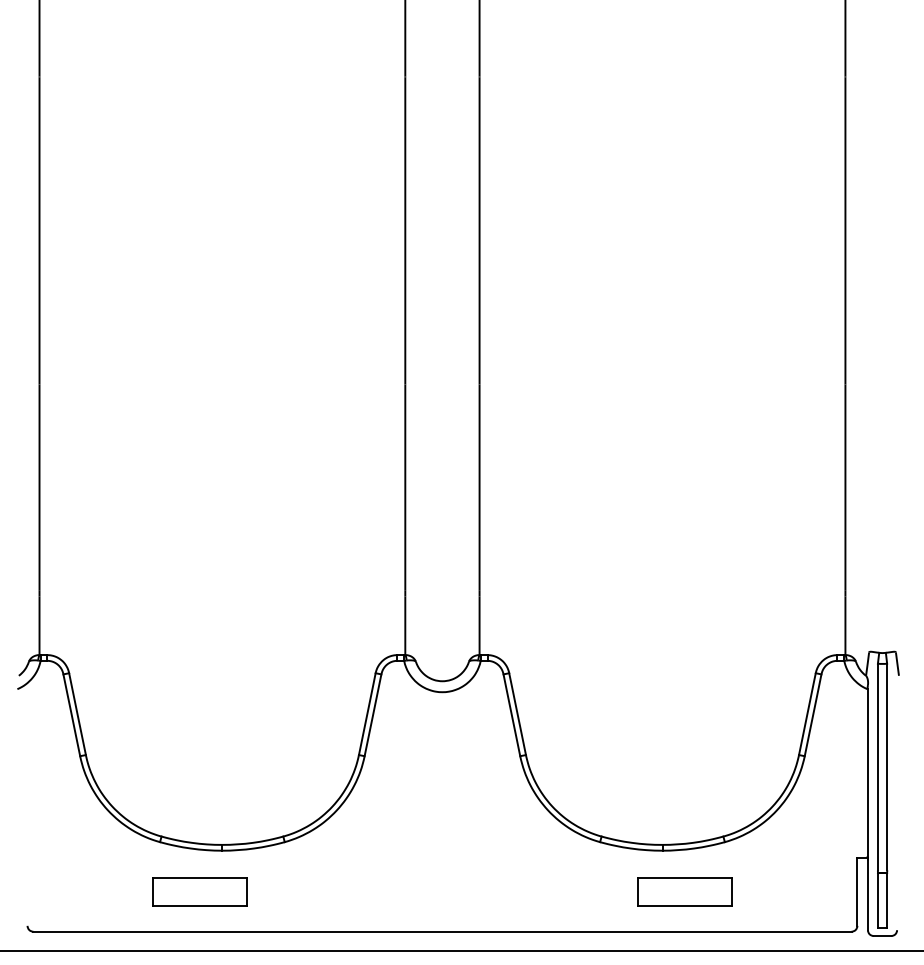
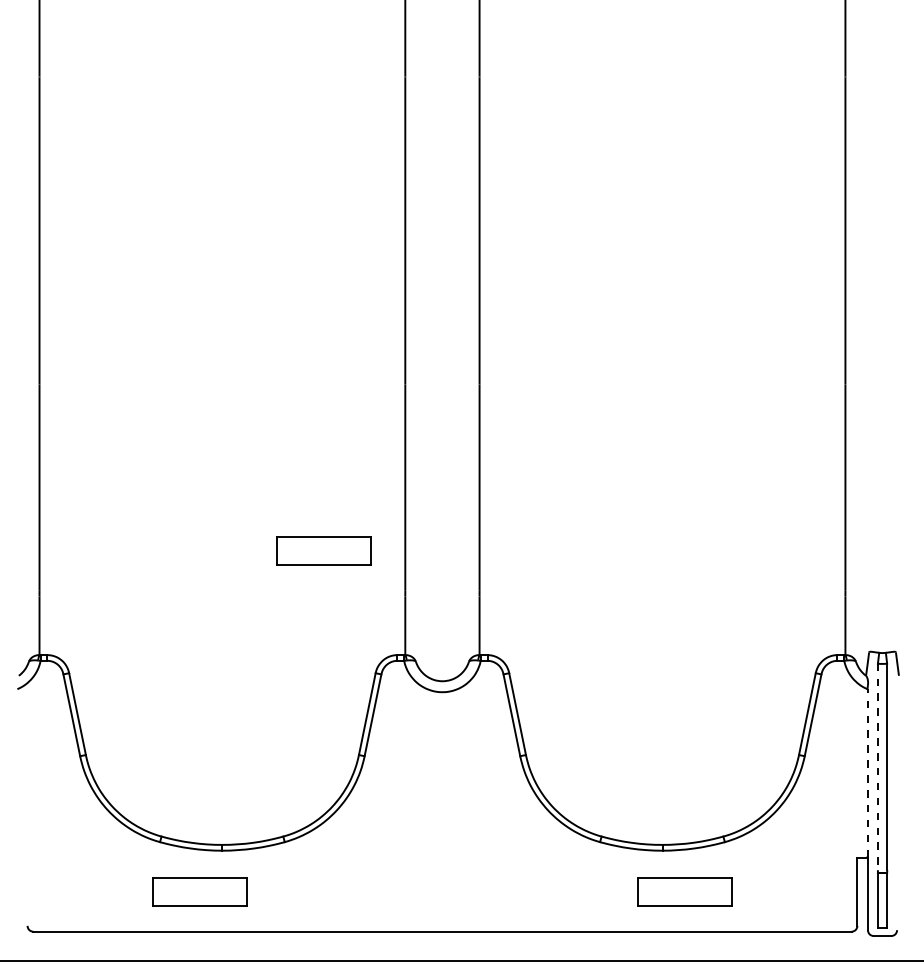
part at (323, 550): none -> present
line at (877, 767): solid -> dashed
line at (867, 773): solid -> dashed
line at (461, 950) position: (461, 950) -> (461, 960)
